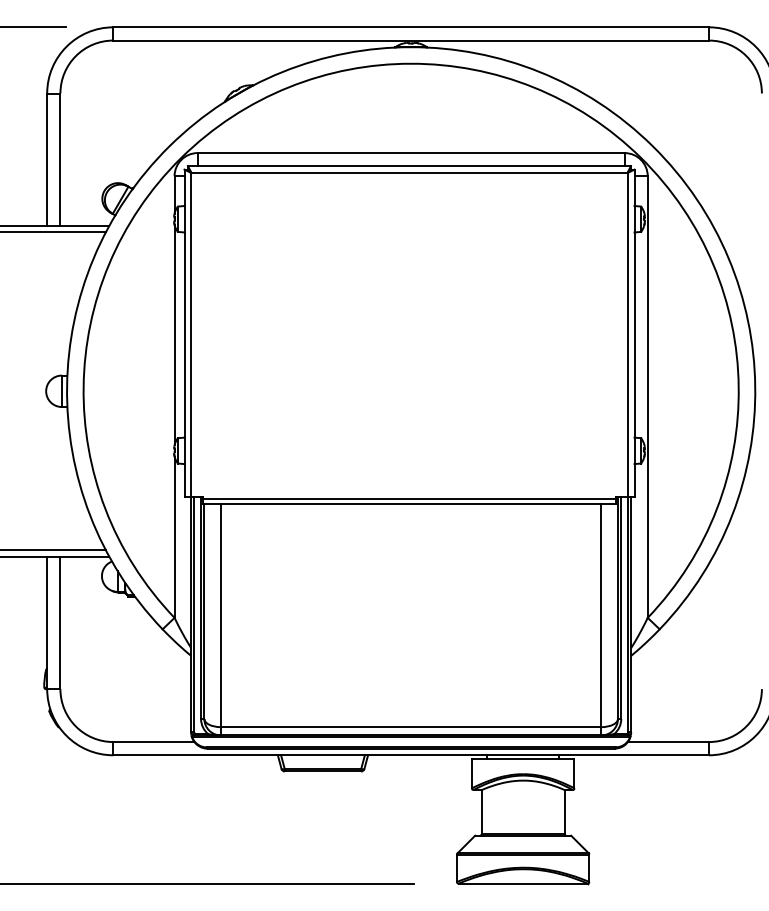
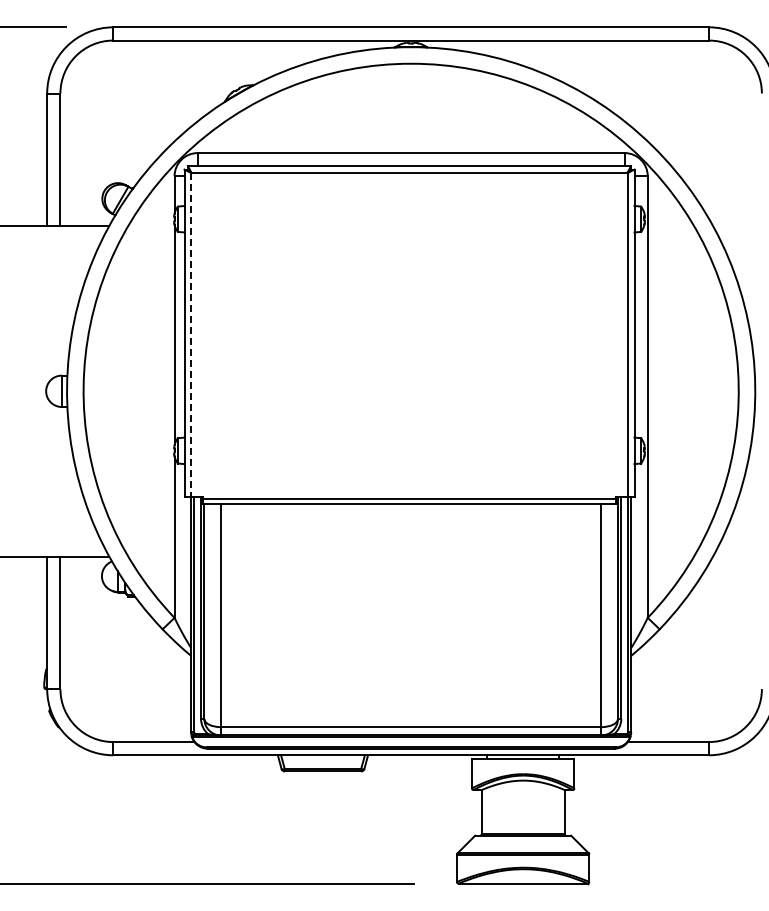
line at (53, 232): present -> none
line at (191, 335): solid -> dashed
line at (53, 550): present -> none
